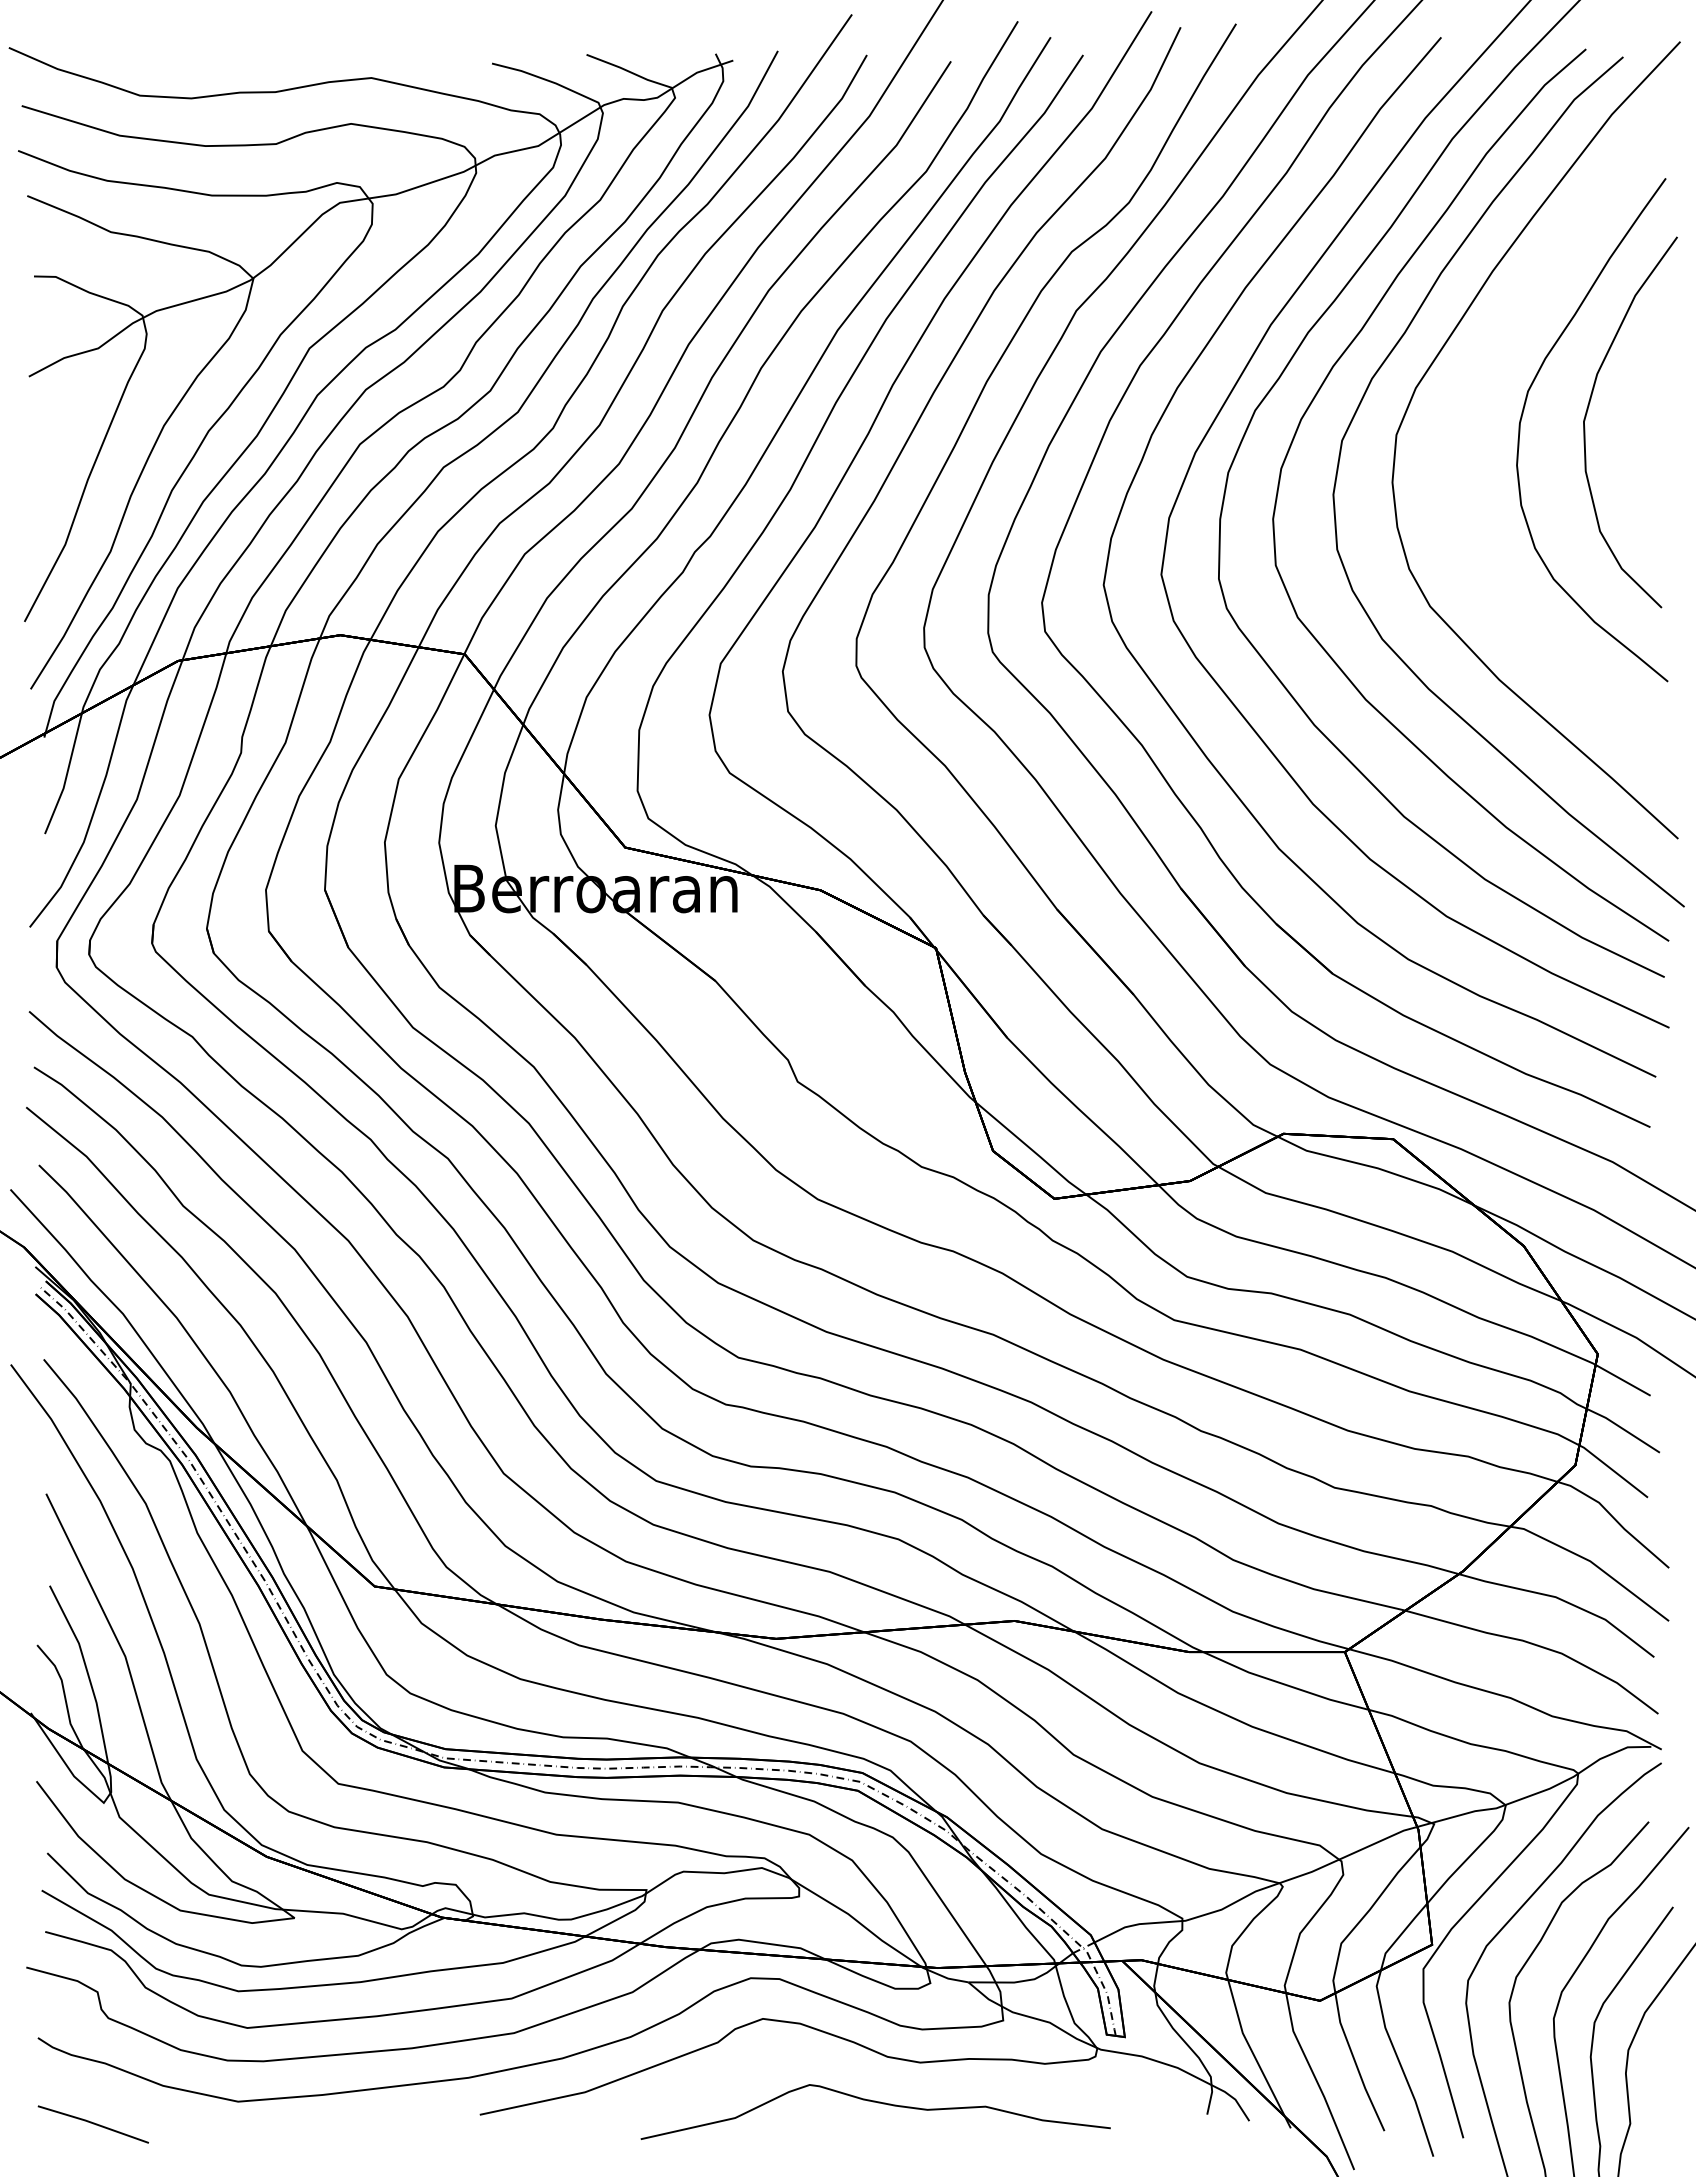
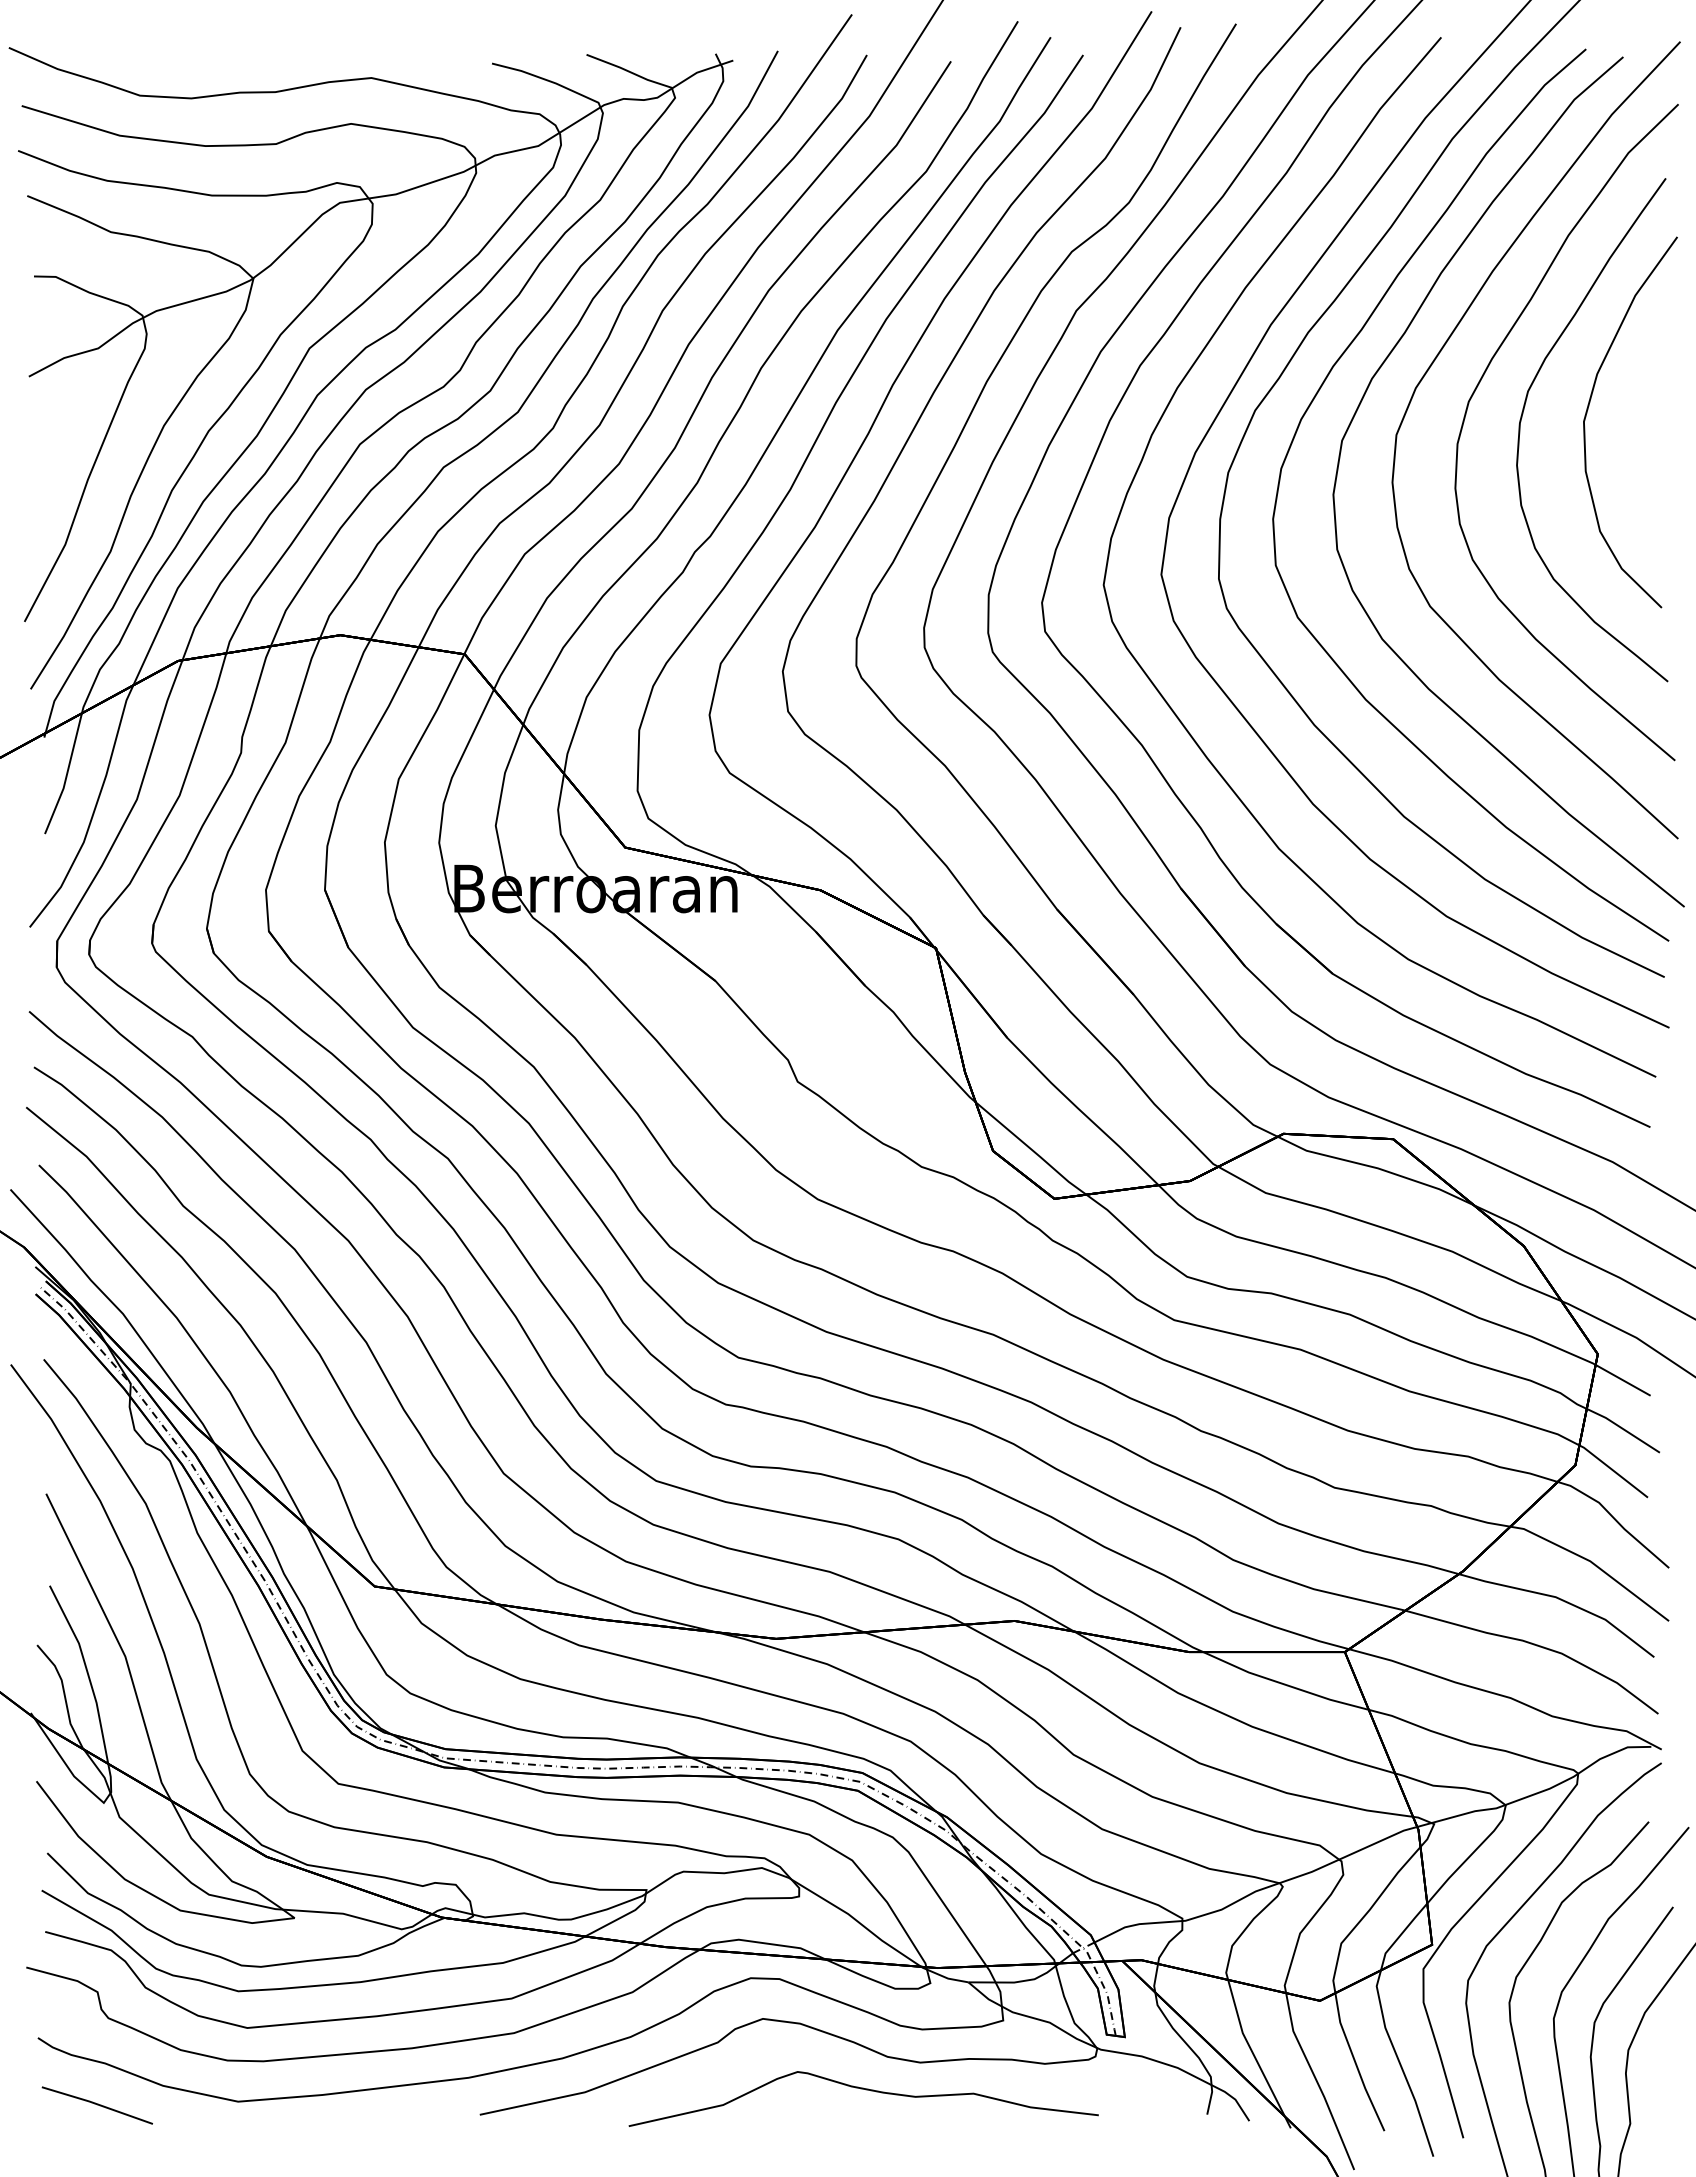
curve at (1478, 386): none -> present
curve at (877, 2103) position: (877, 2103) -> (865, 2090)
line at (92, 2123) position: (92, 2123) -> (96, 2104)
